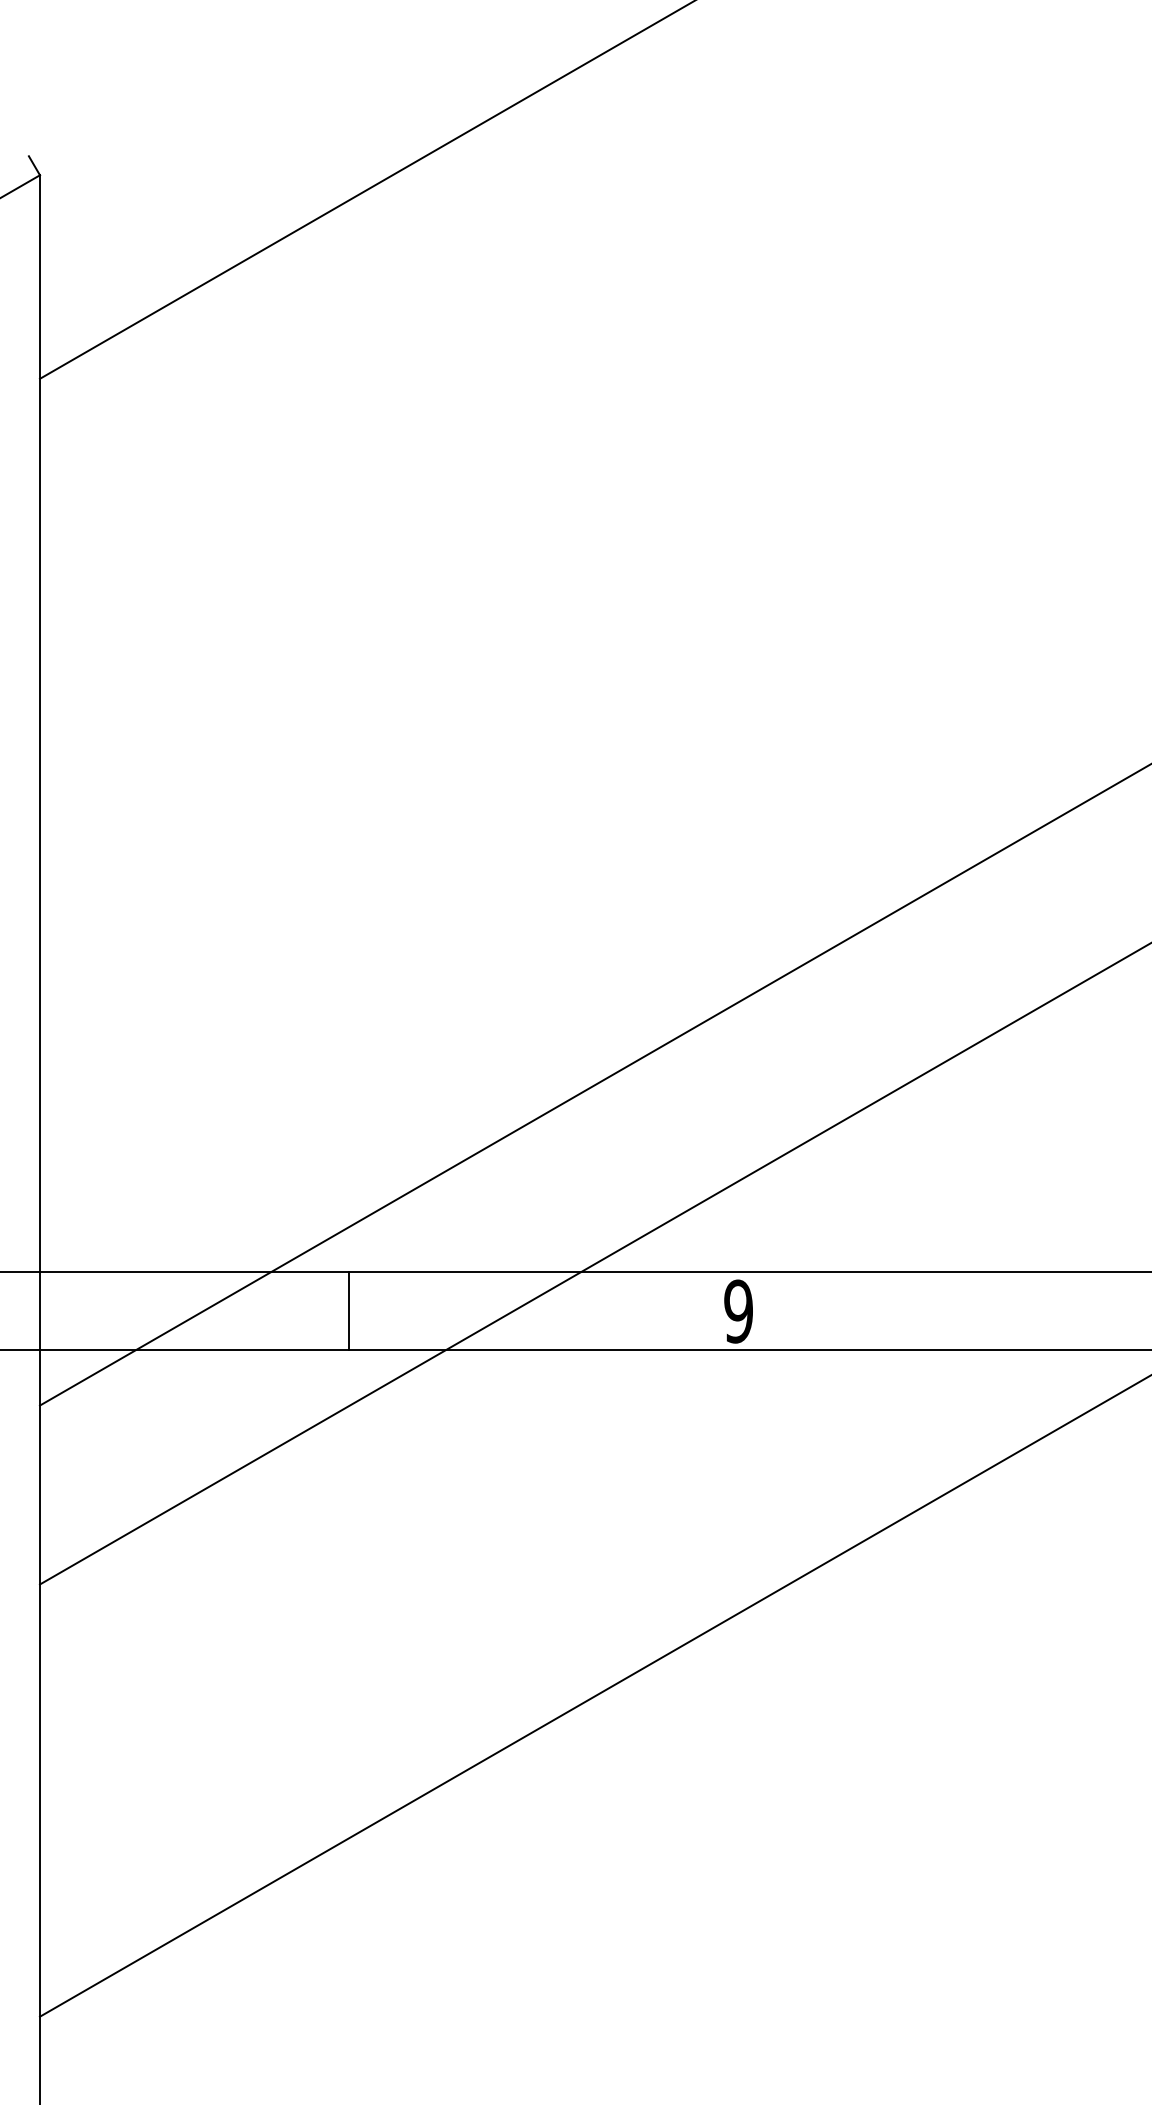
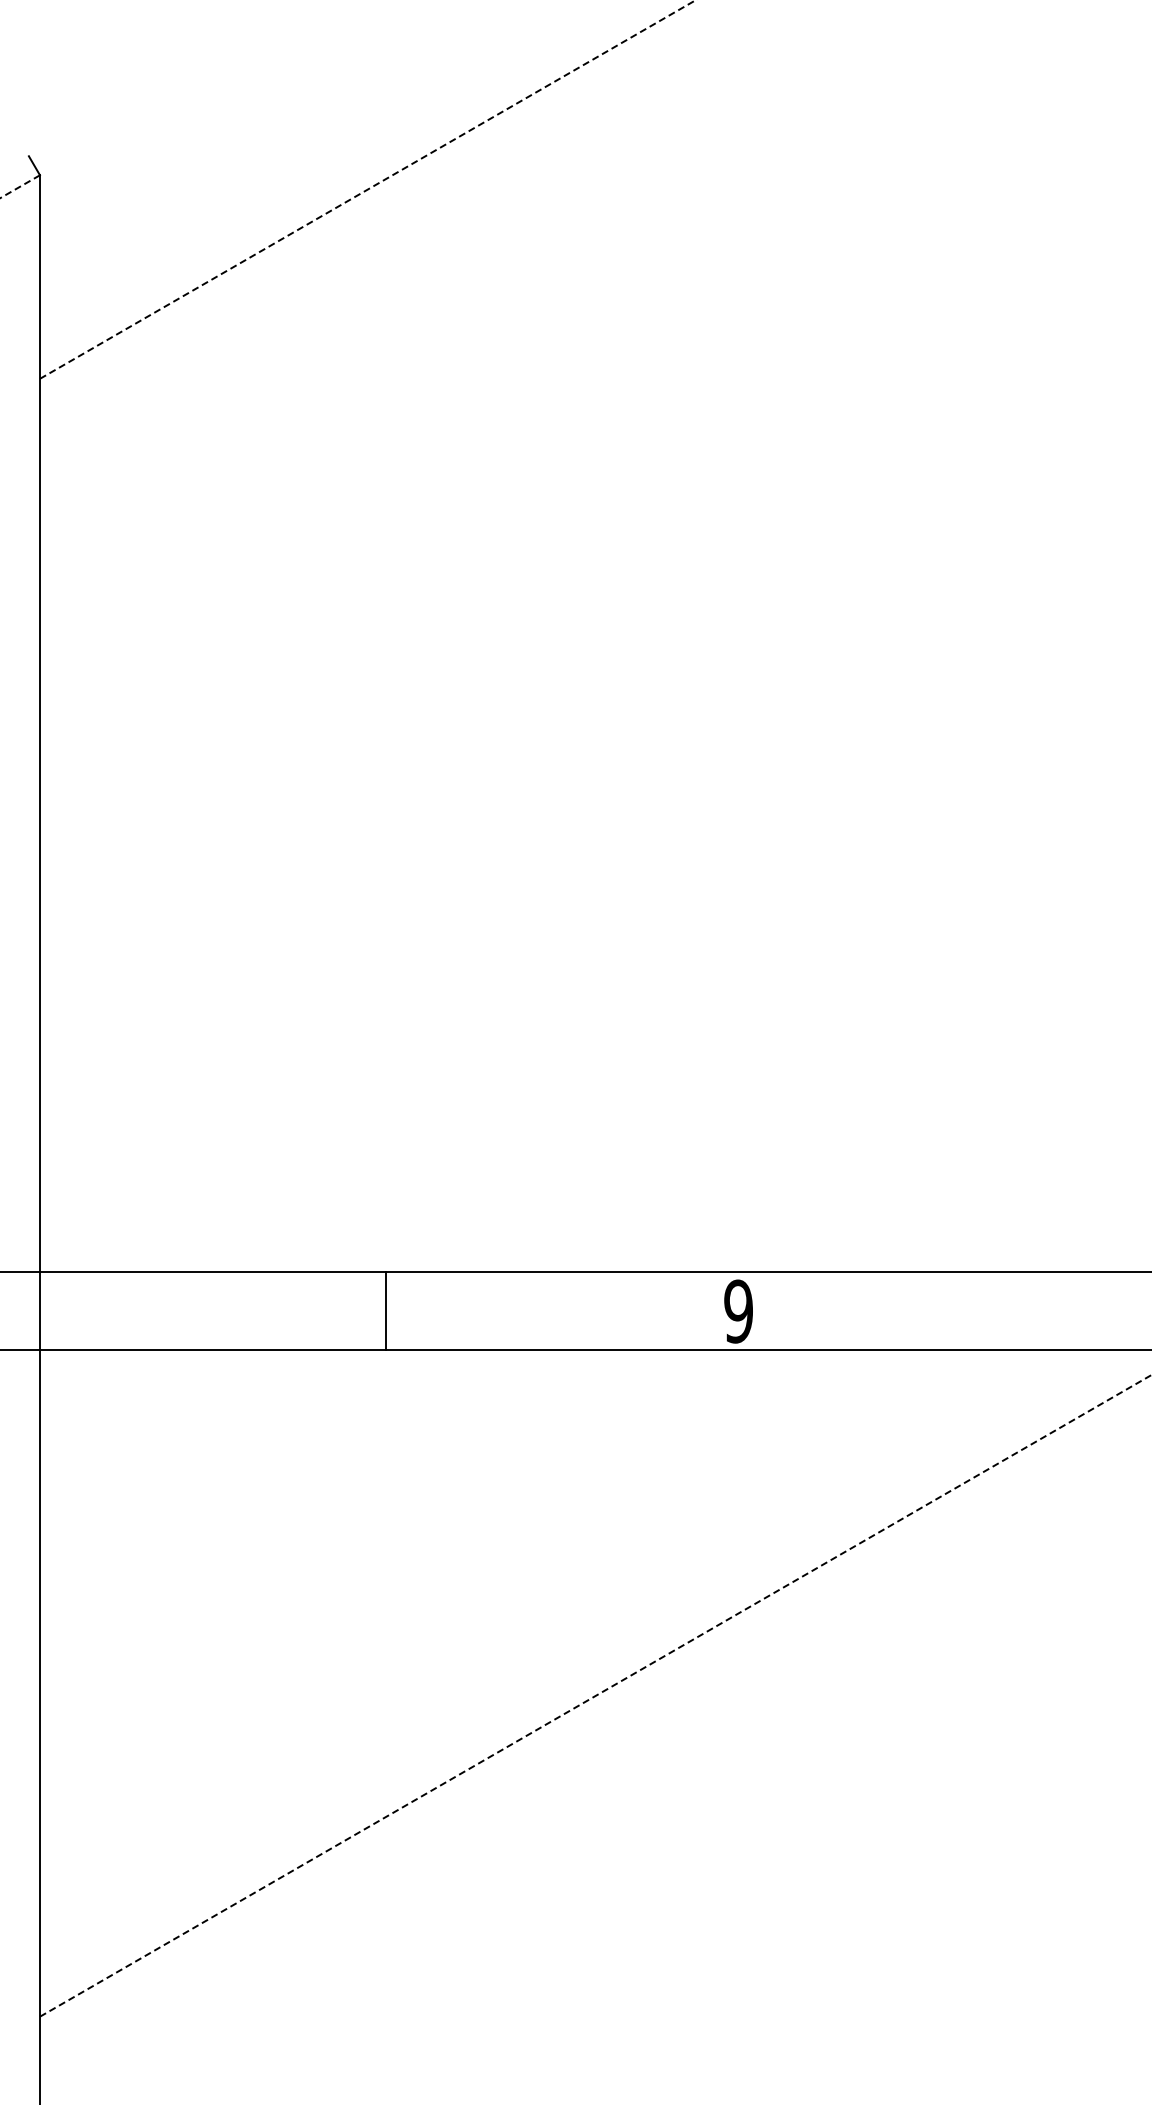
line at (20, 186): solid -> dashed
line at (368, 189): solid -> dashed
line at (593, 1085): present -> none
line at (593, 1264): present -> none
line at (349, 1311) position: (349, 1311) -> (386, 1311)
line at (595, 1695): solid -> dashed
